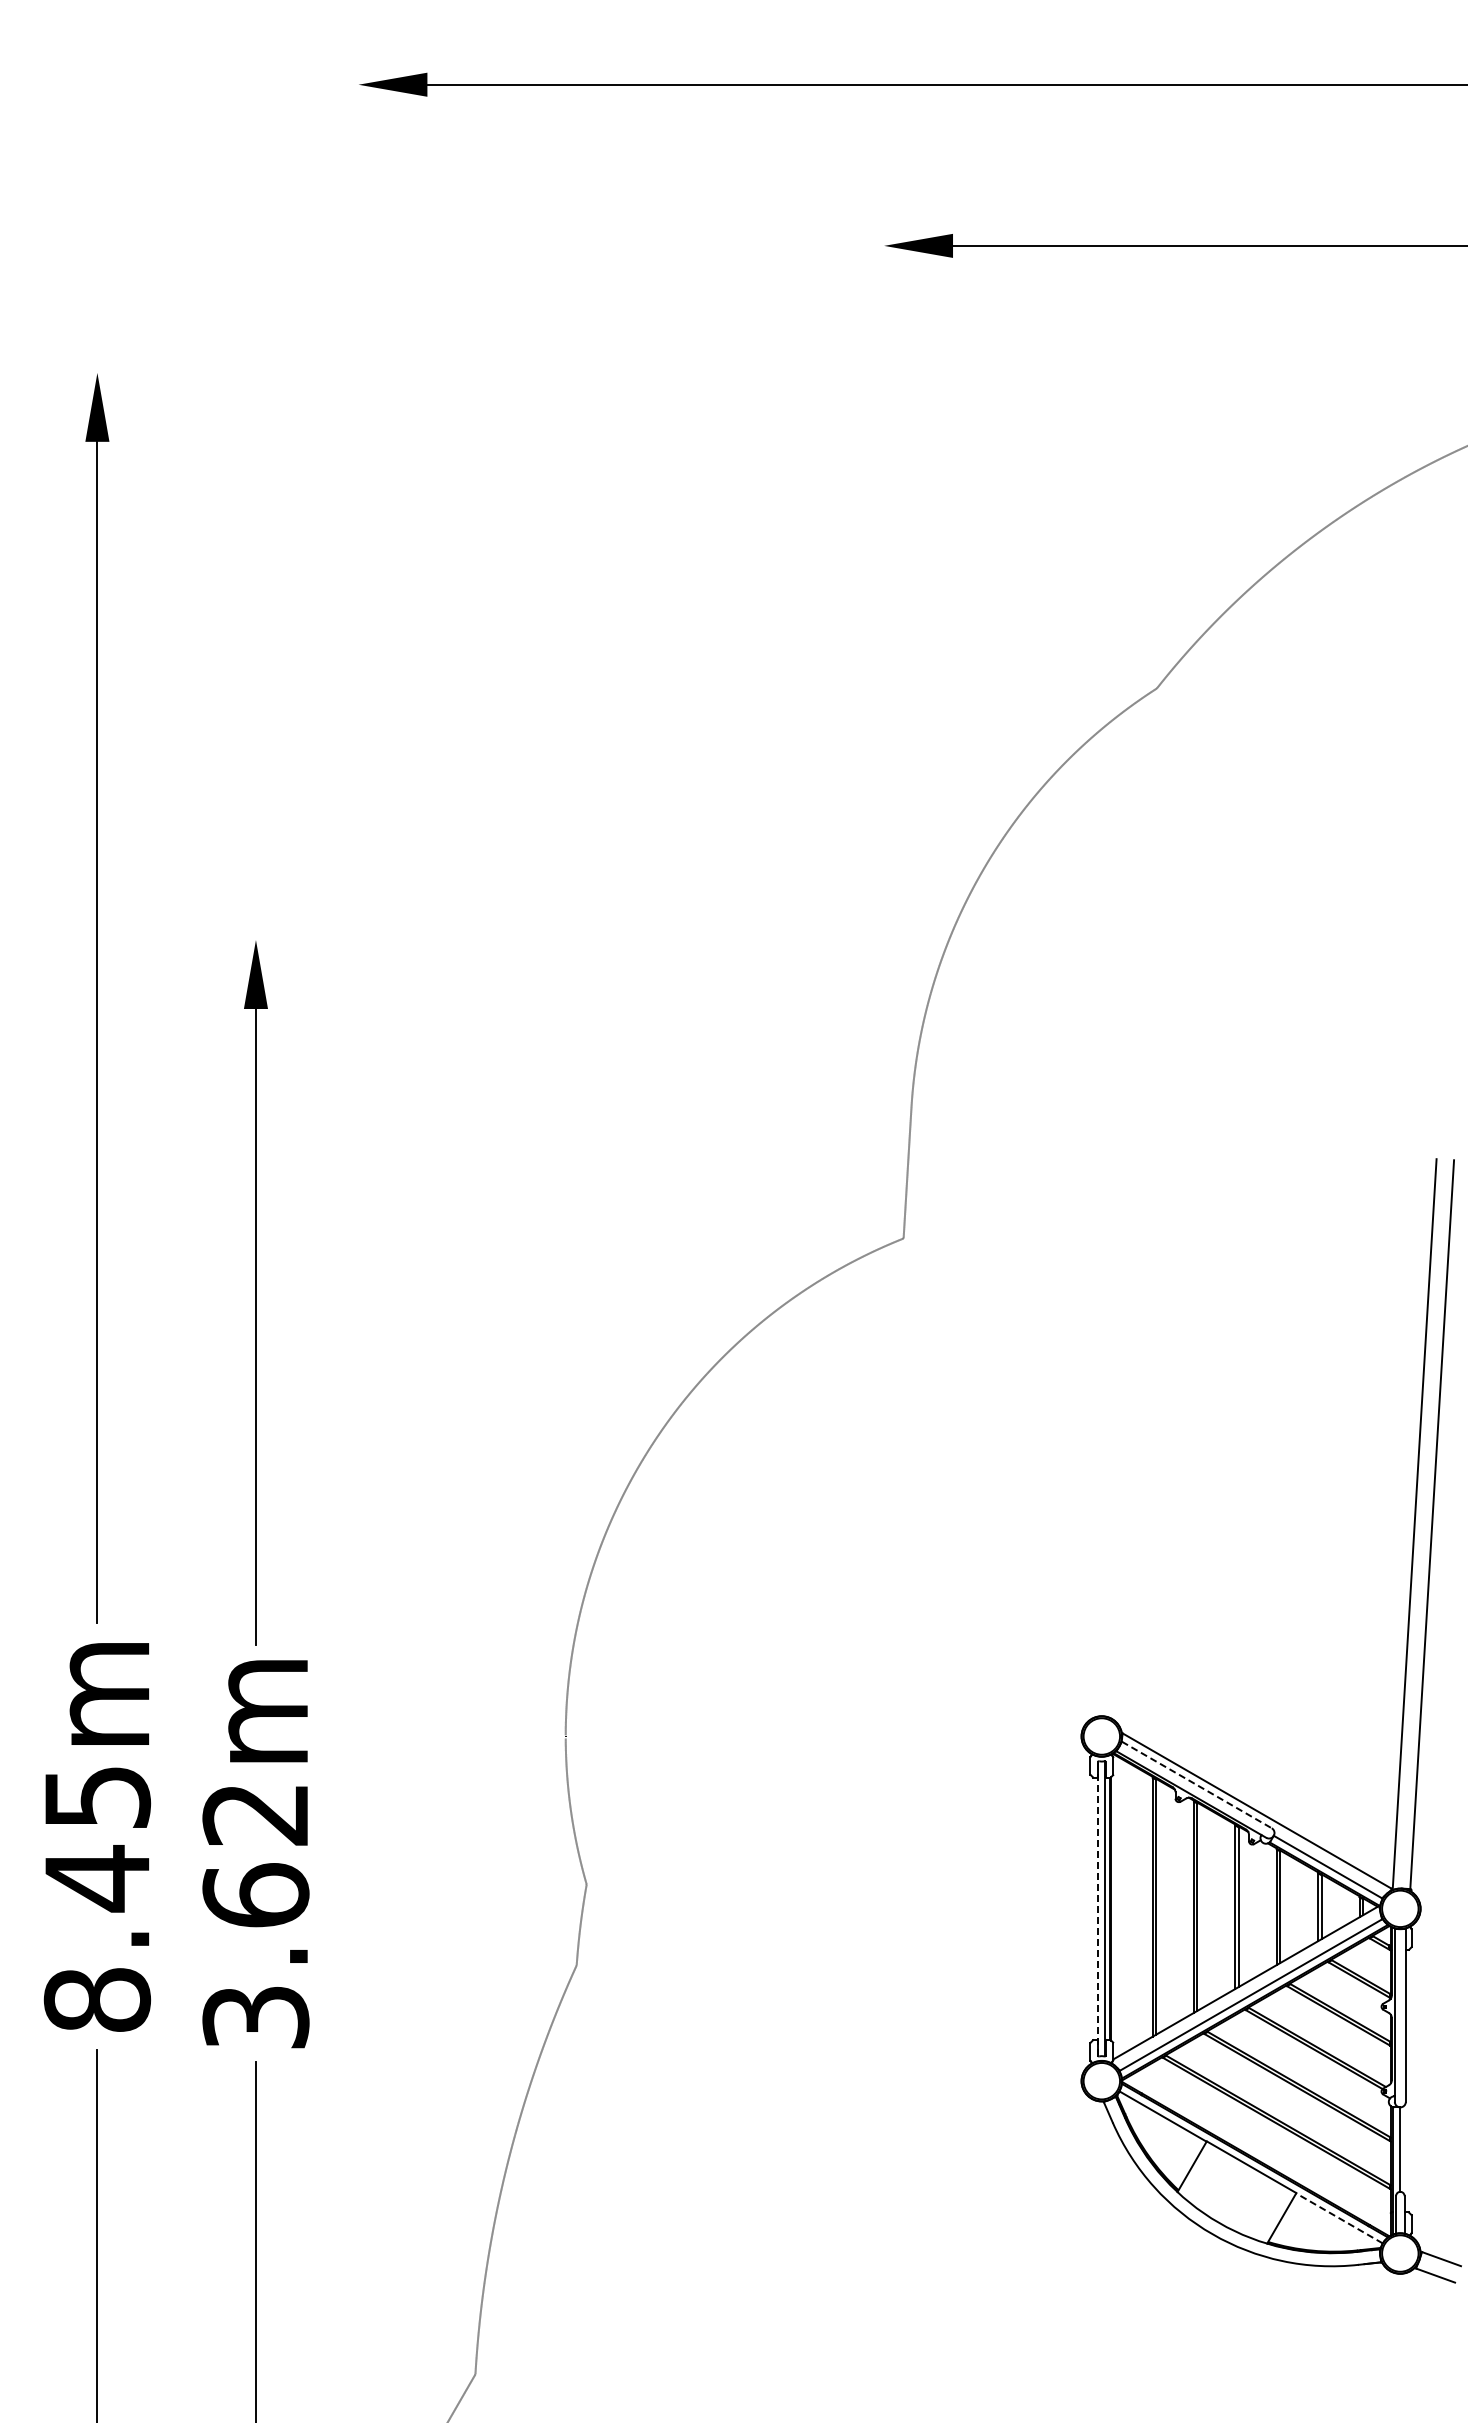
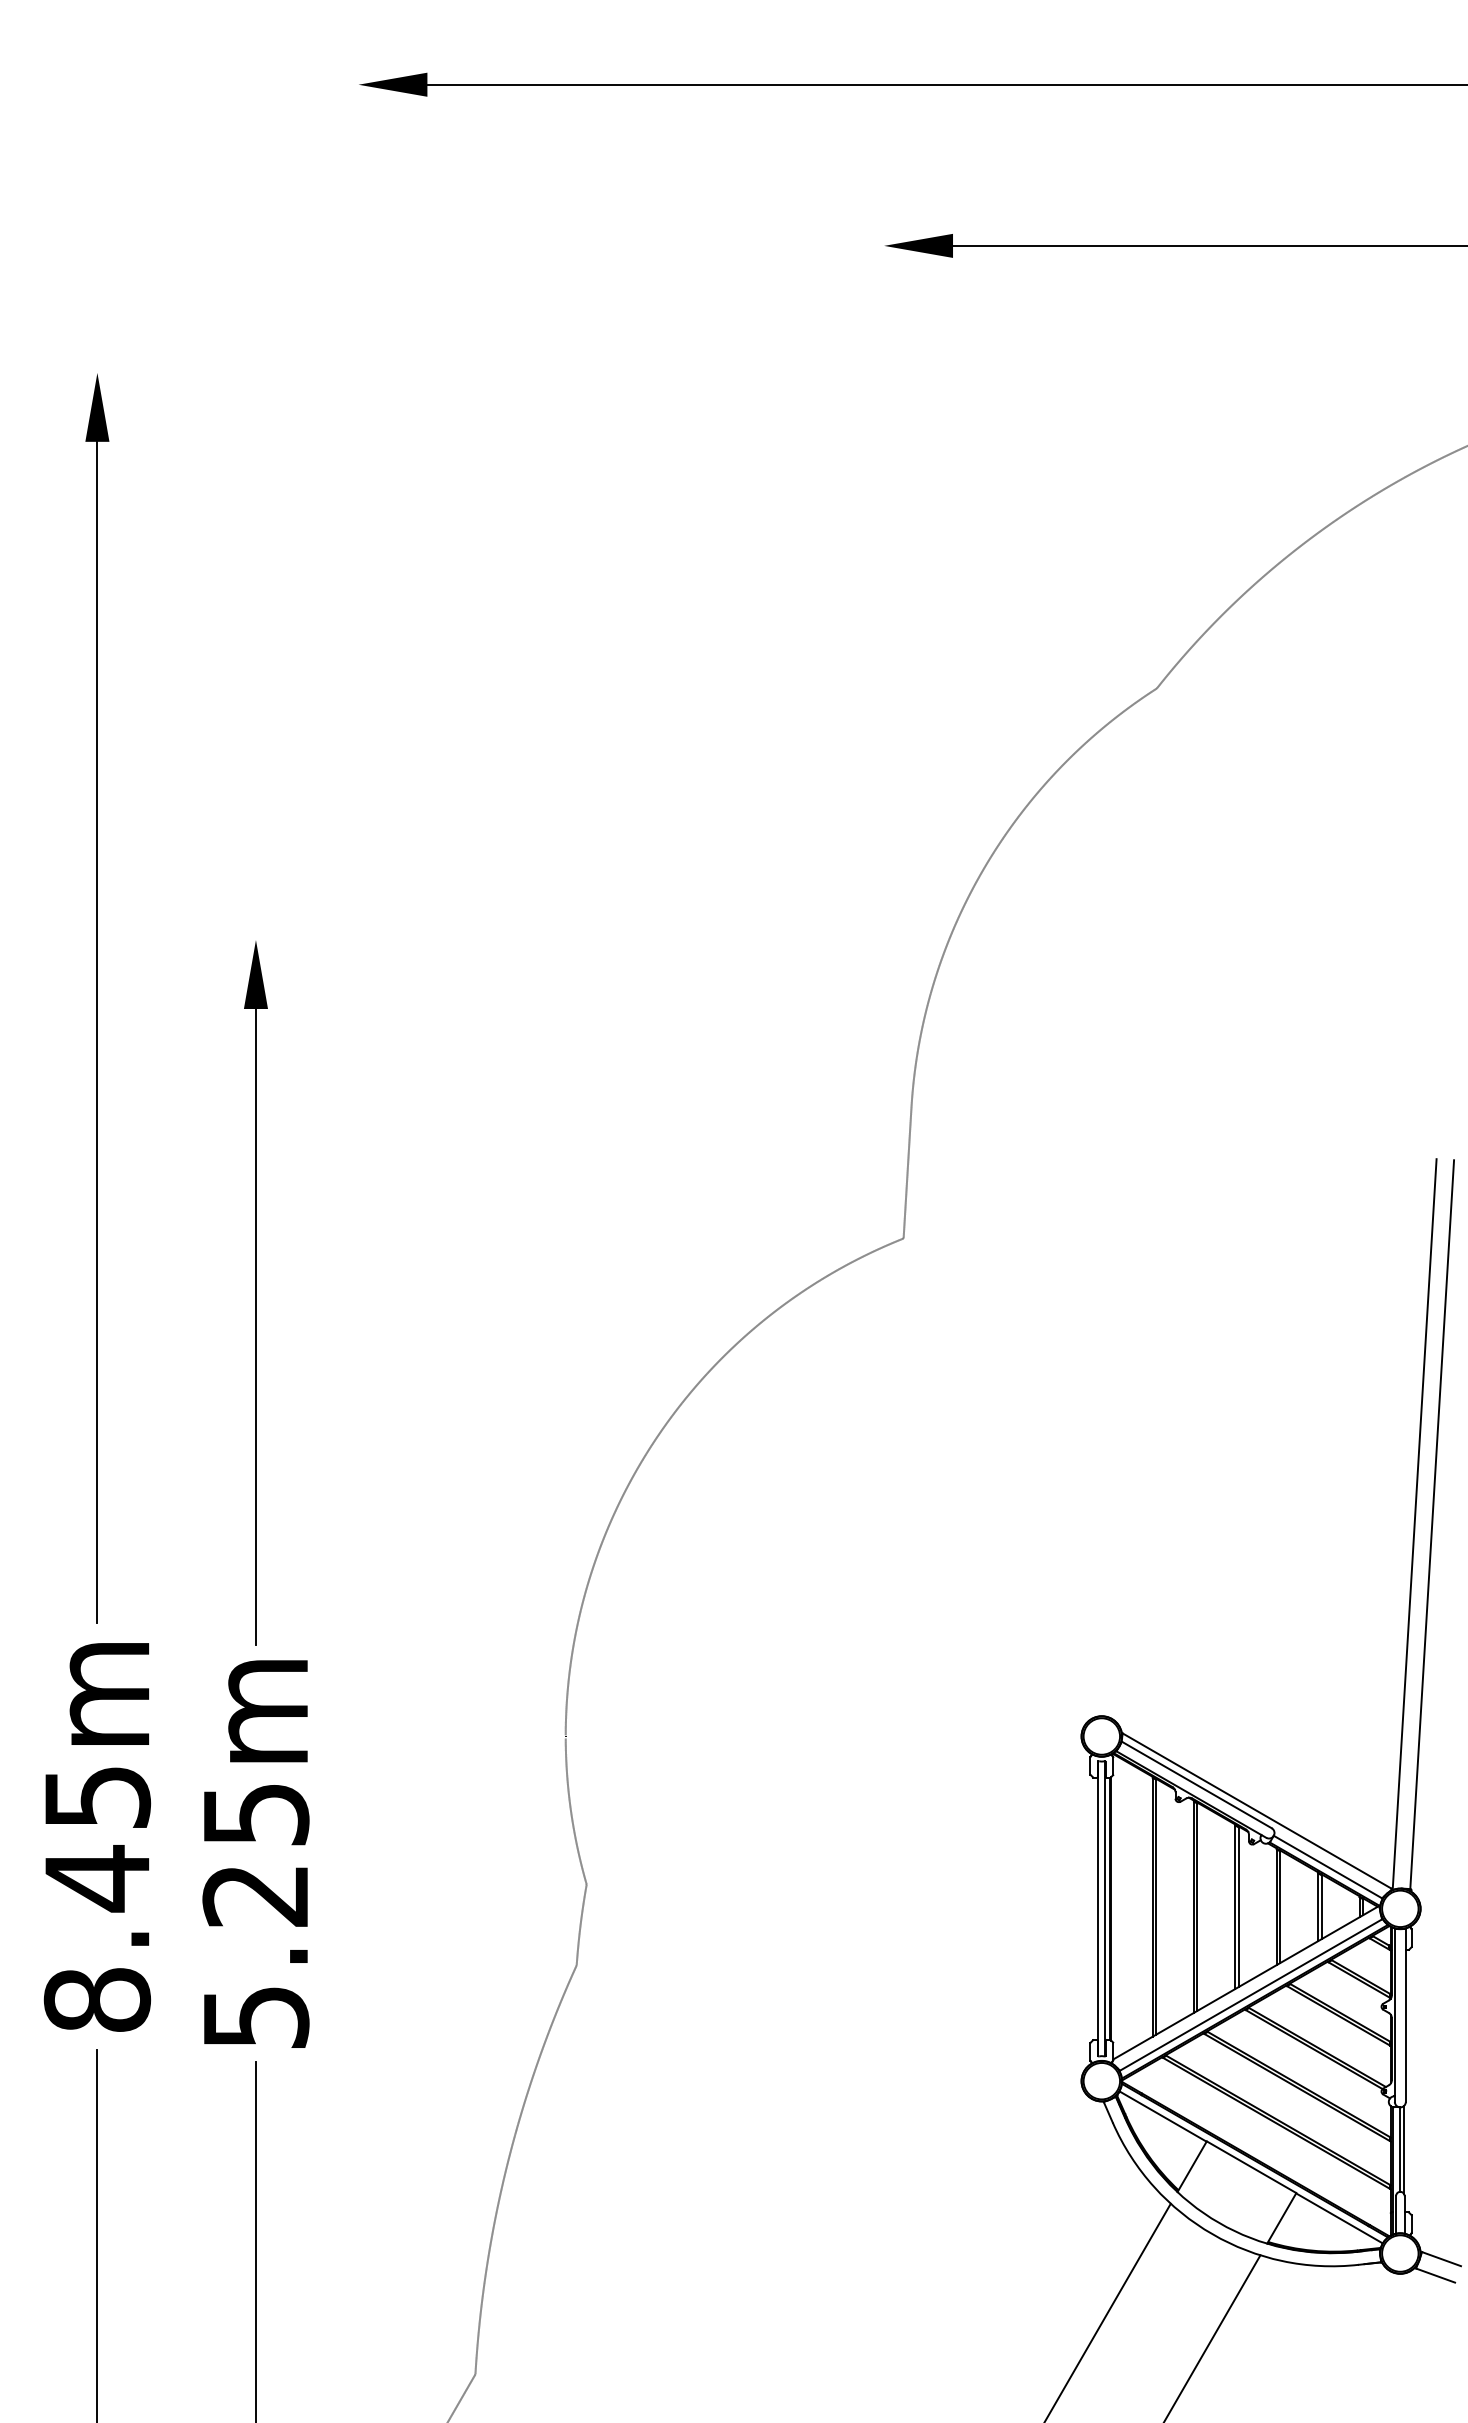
line at (1196, 1784): dashed -> solid
line at (1098, 1908): dashed -> solid
text at (255, 1916): 3.62m -> 5.25m
line at (1403, 2149): none -> present
line at (1339, 2218): dashed -> solid
line at (1108, 2311): none -> present
line at (1212, 2337): none -> present
